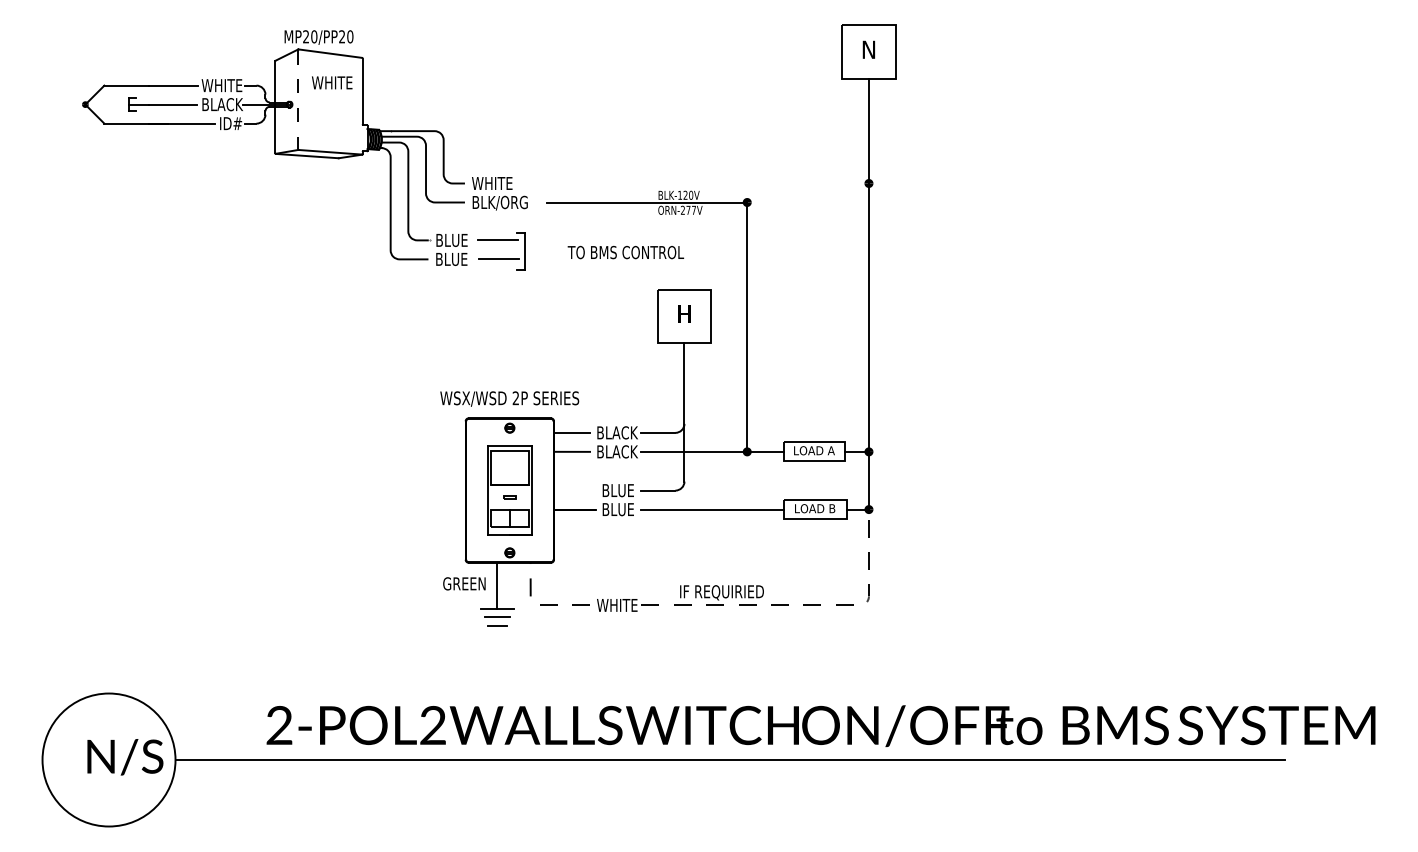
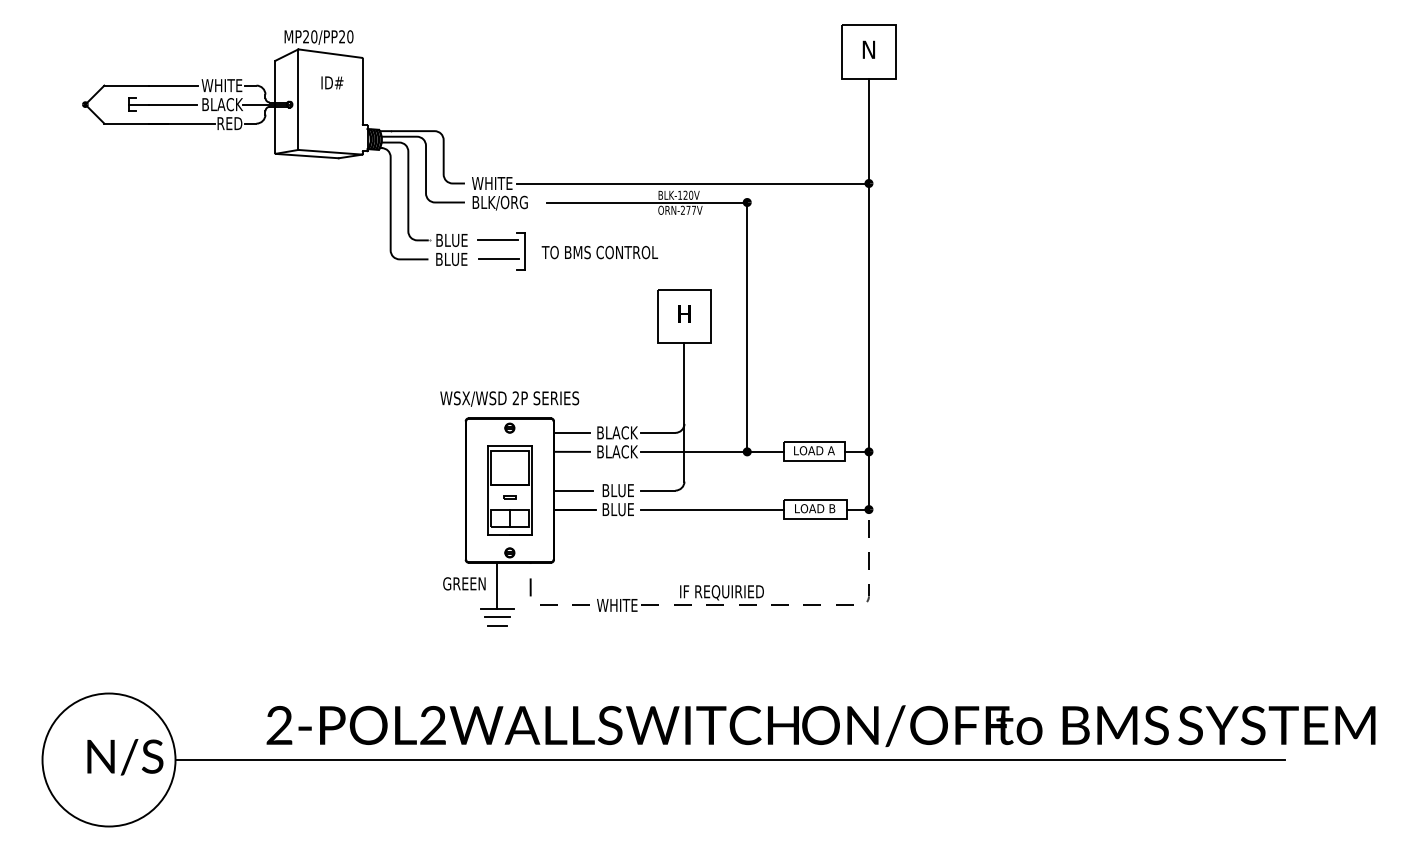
text at (332, 82): WHITE -> ID#
line at (298, 99): dashed -> solid
text at (229, 123): ID# -> RED
line at (692, 183): none -> present
text at (625, 252) position: (625, 252) -> (599, 252)
line at (573, 490): none -> present
